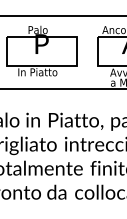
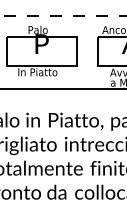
line at (63, 15): solid -> dashed
